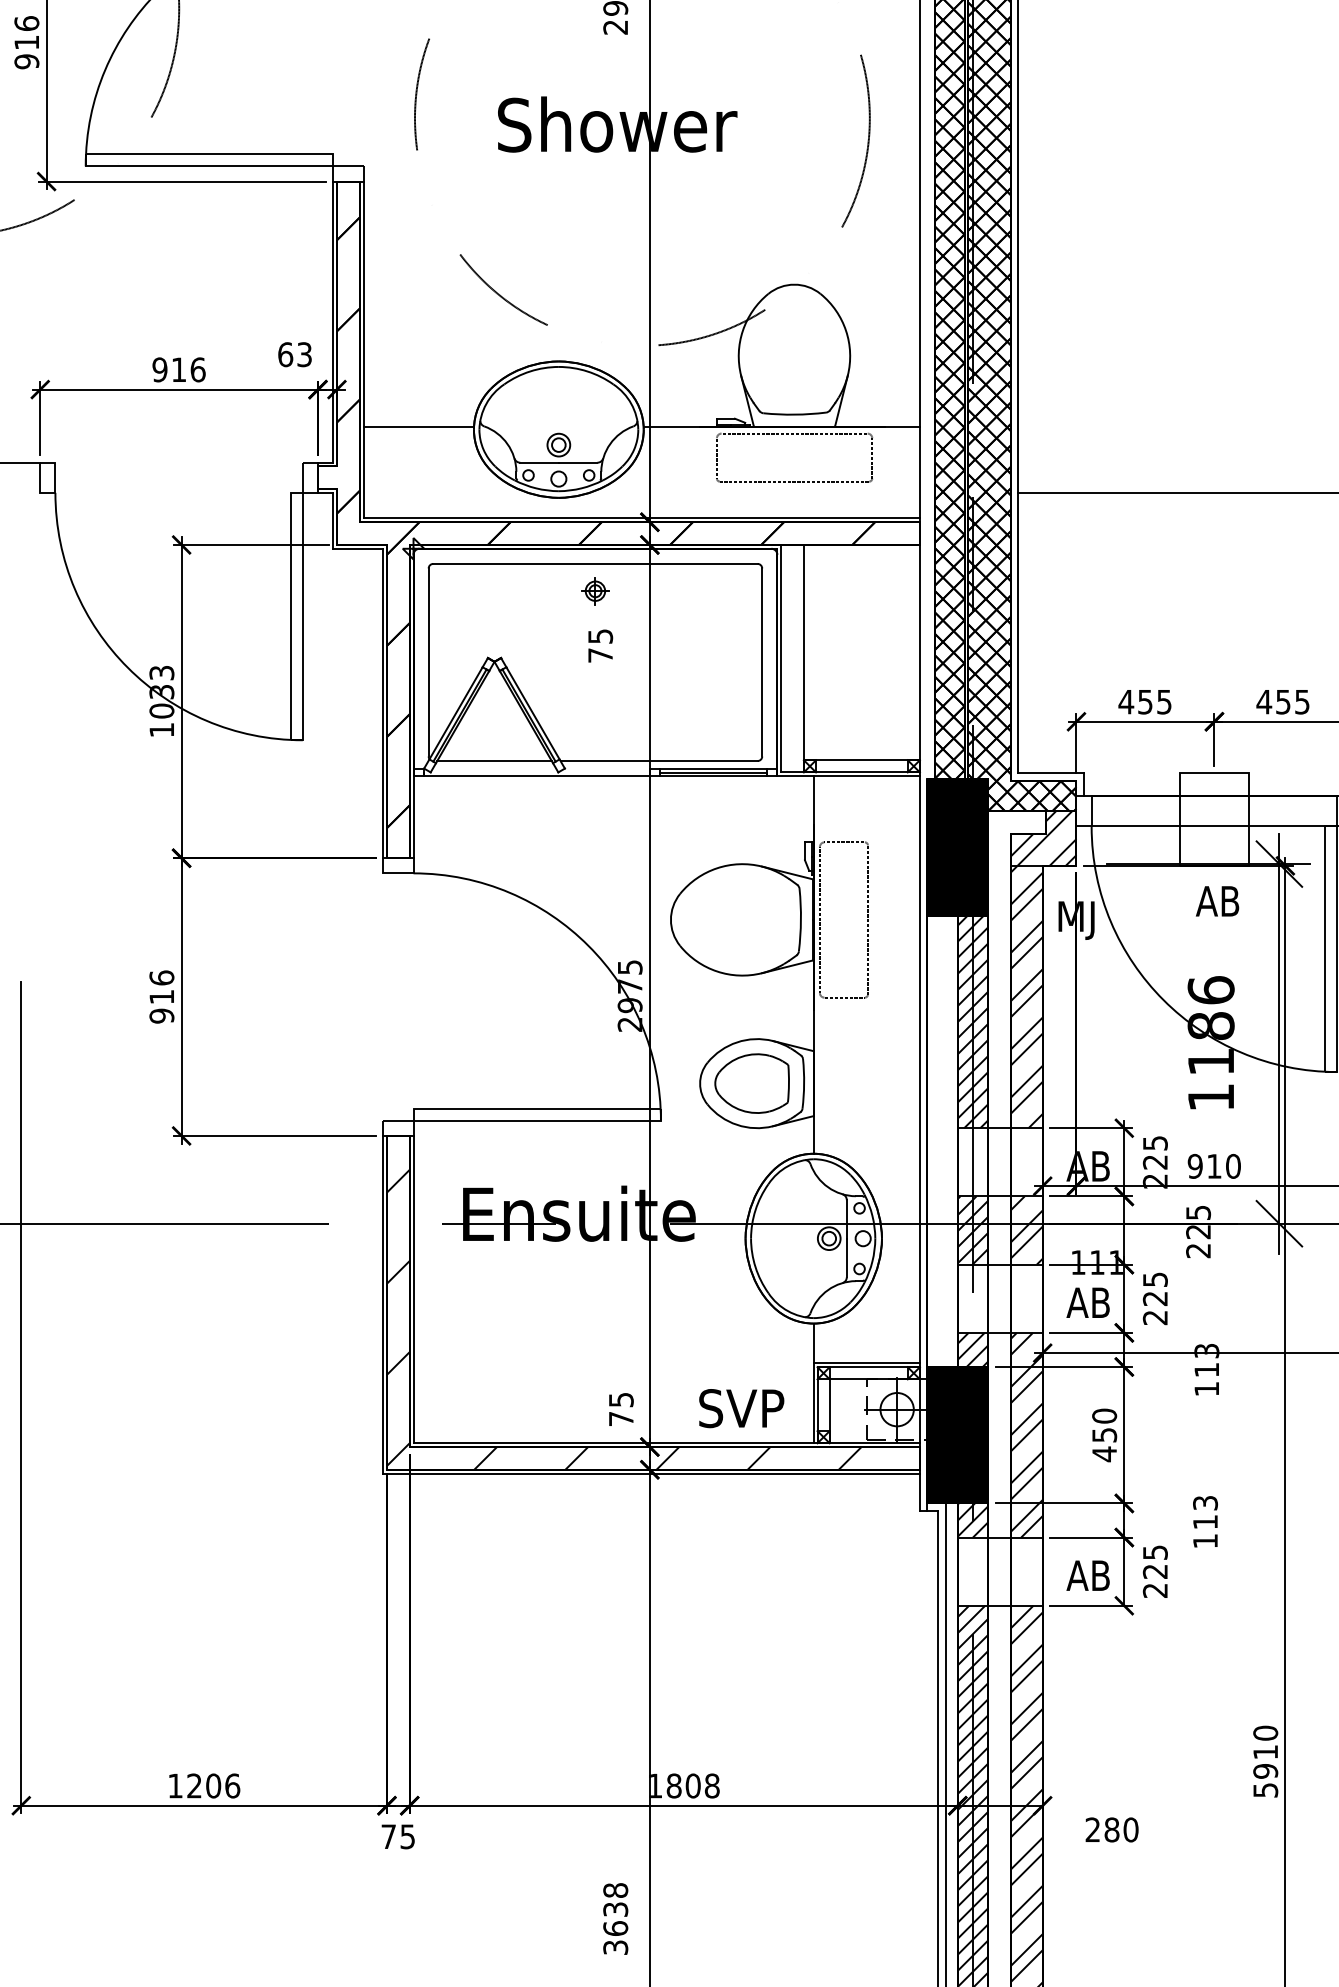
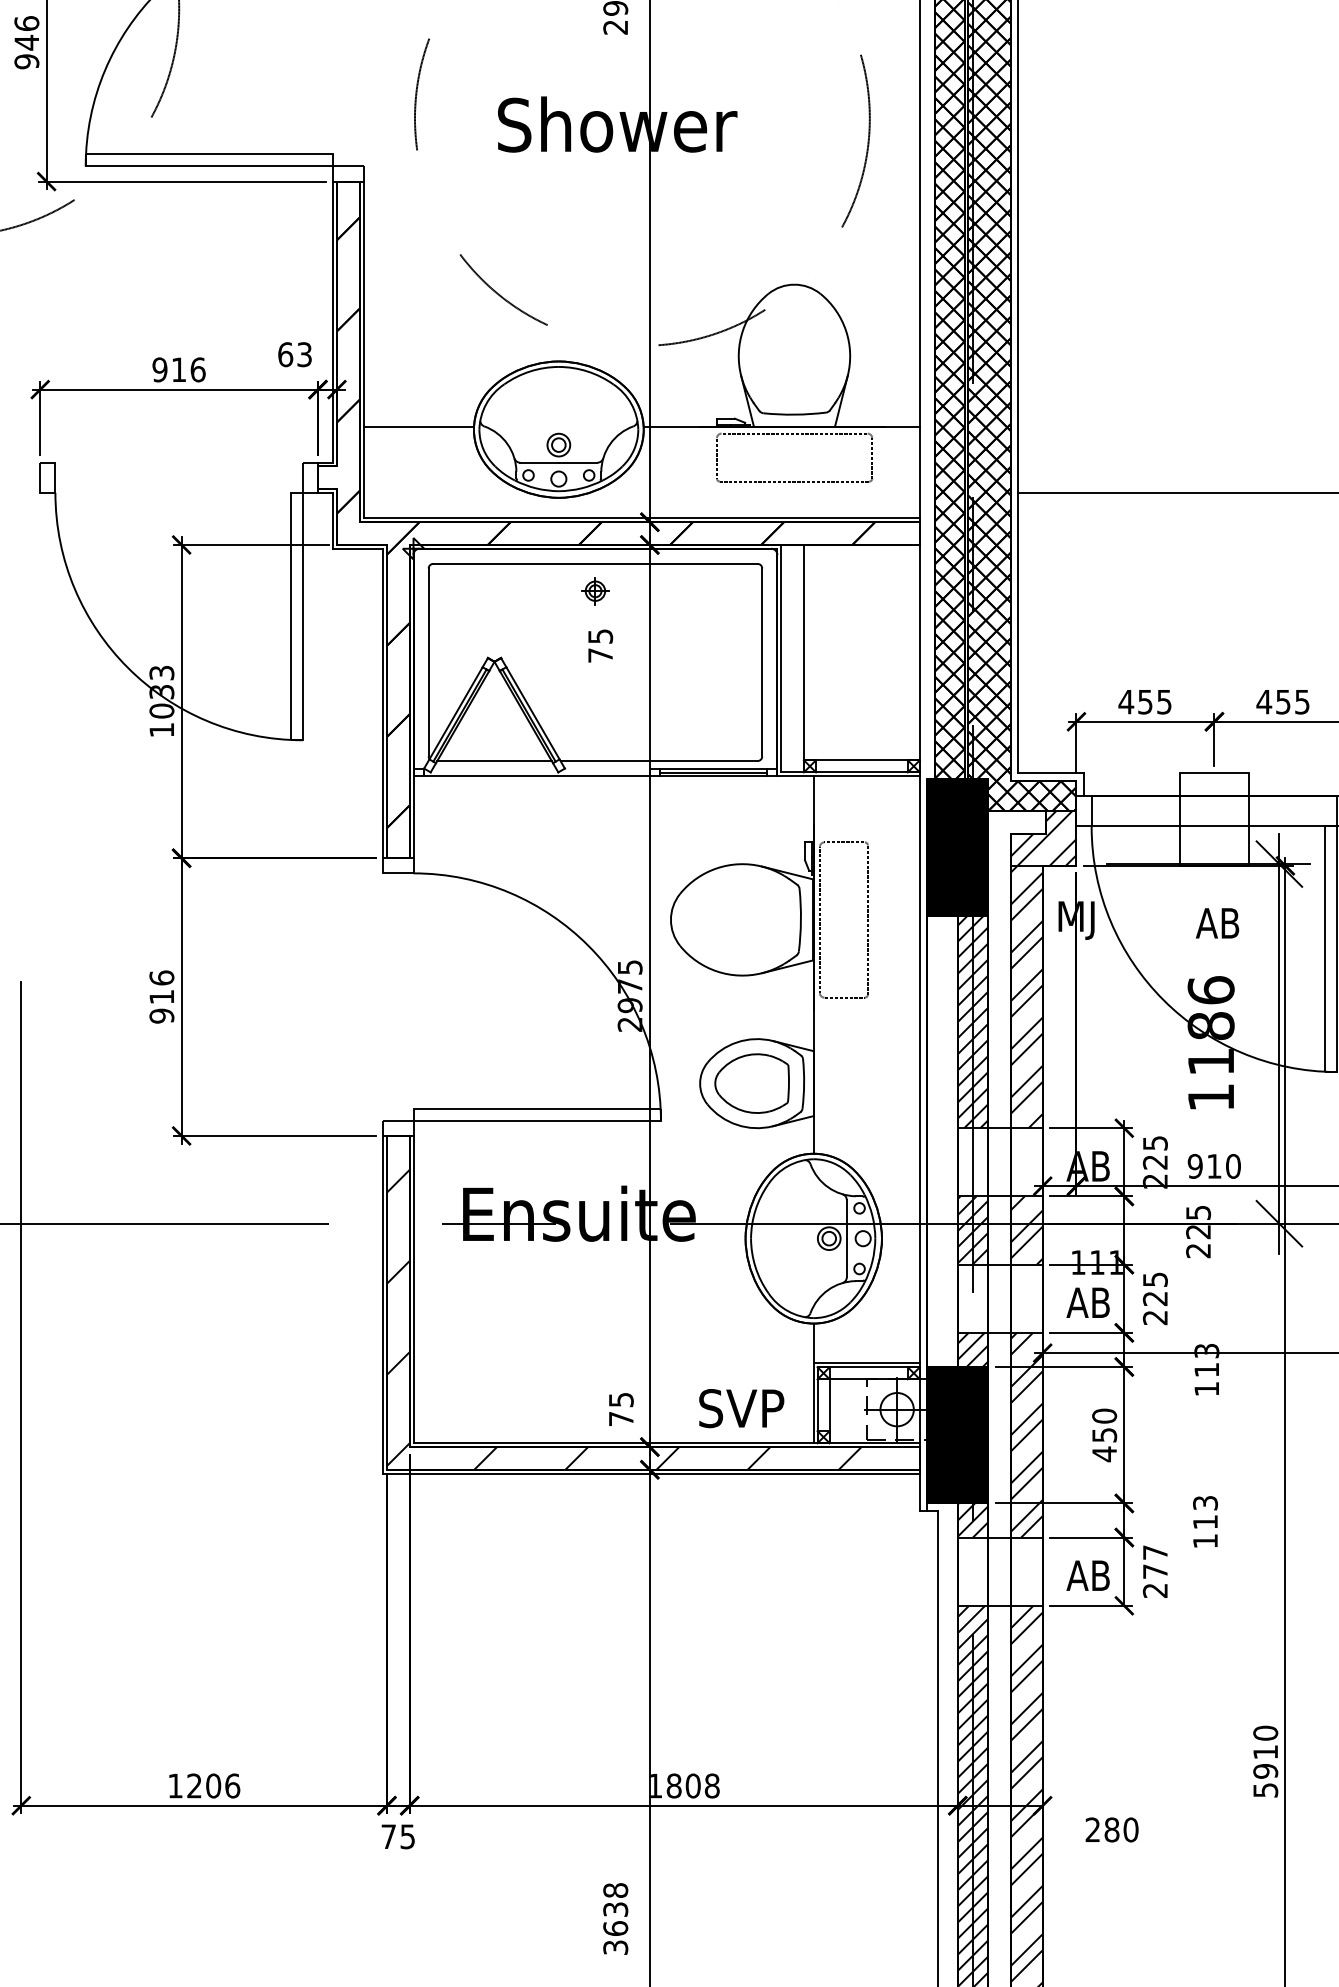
text at (26, 42): 916 -> 946
line at (21, 462): present -> none
text at (1217, 901) position: (1217, 901) -> (1217, 923)
text at (1154, 1561): 225 -> 277
line at (945, 1743): present -> none
